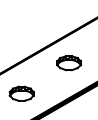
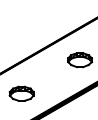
part at (69, 63) position: (69, 63) -> (80, 60)
